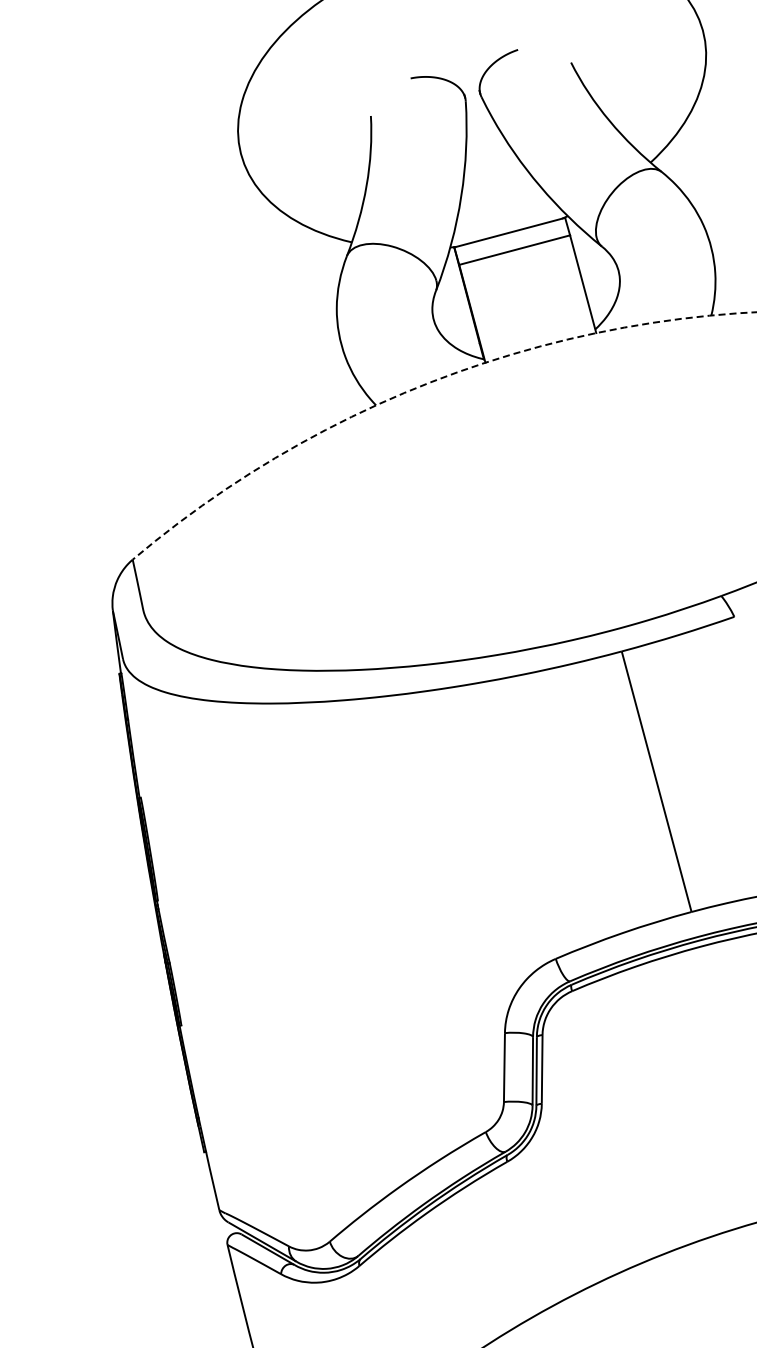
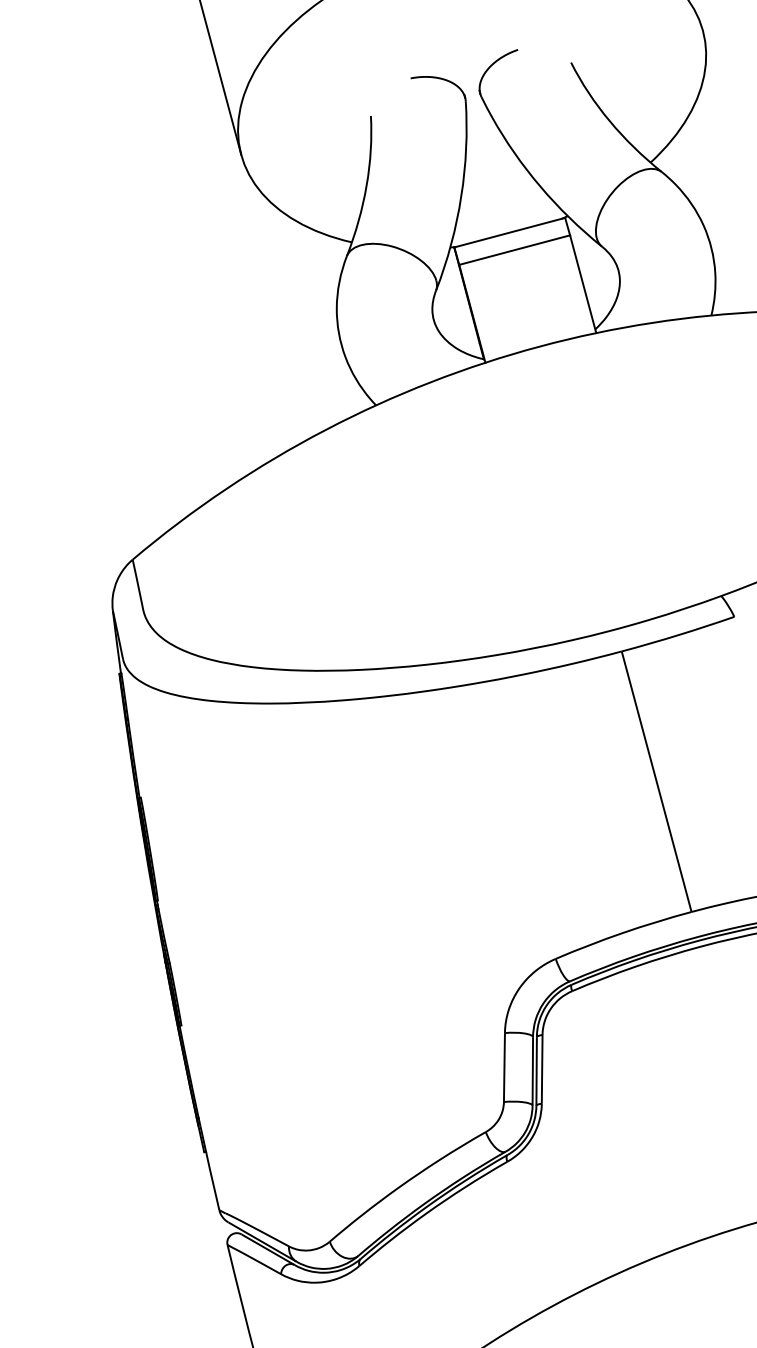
line at (220, 78): none -> present
arc at (423, 385): dashed -> solid
